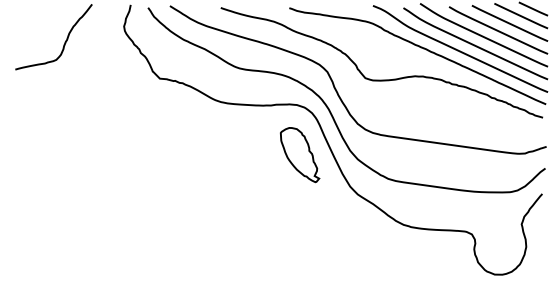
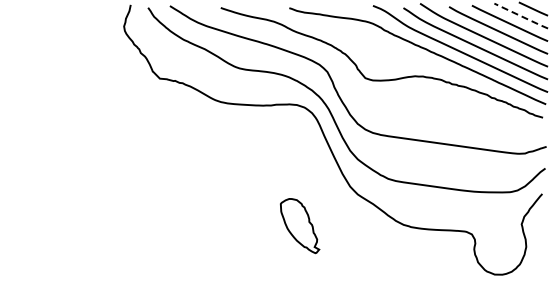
line at (520, 16): solid -> dashed
curve at (64, 42): present -> none
part at (300, 155) position: (300, 155) -> (300, 226)
